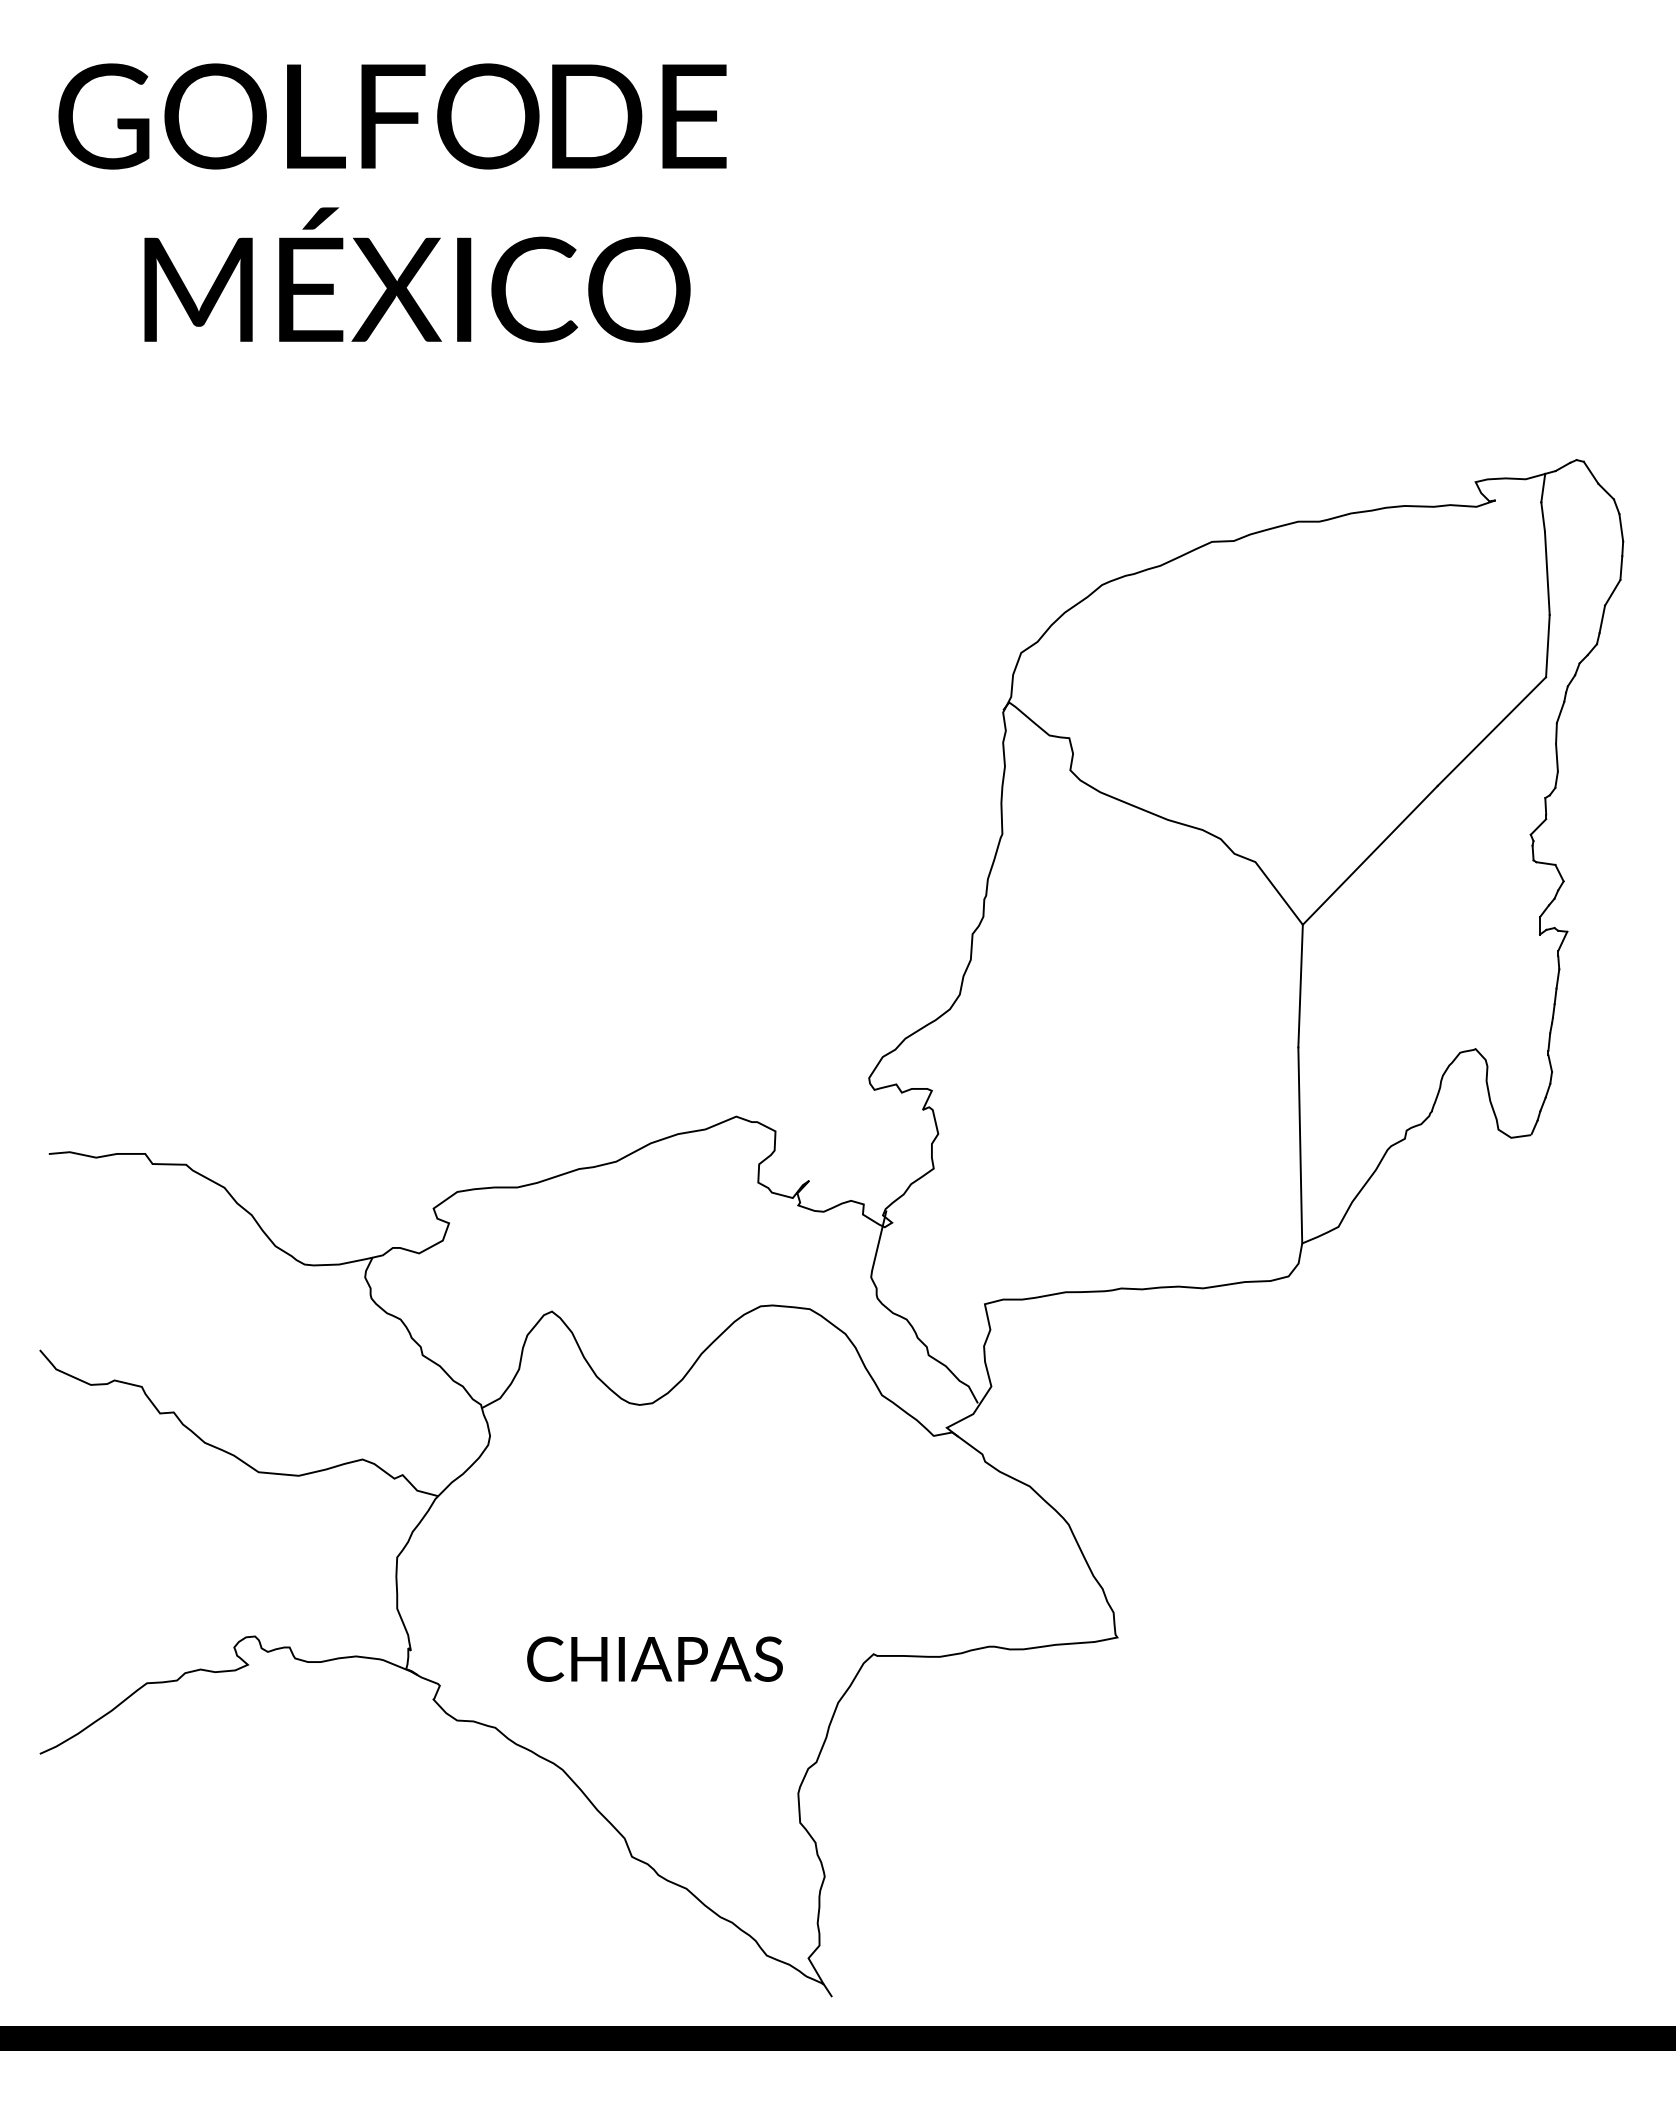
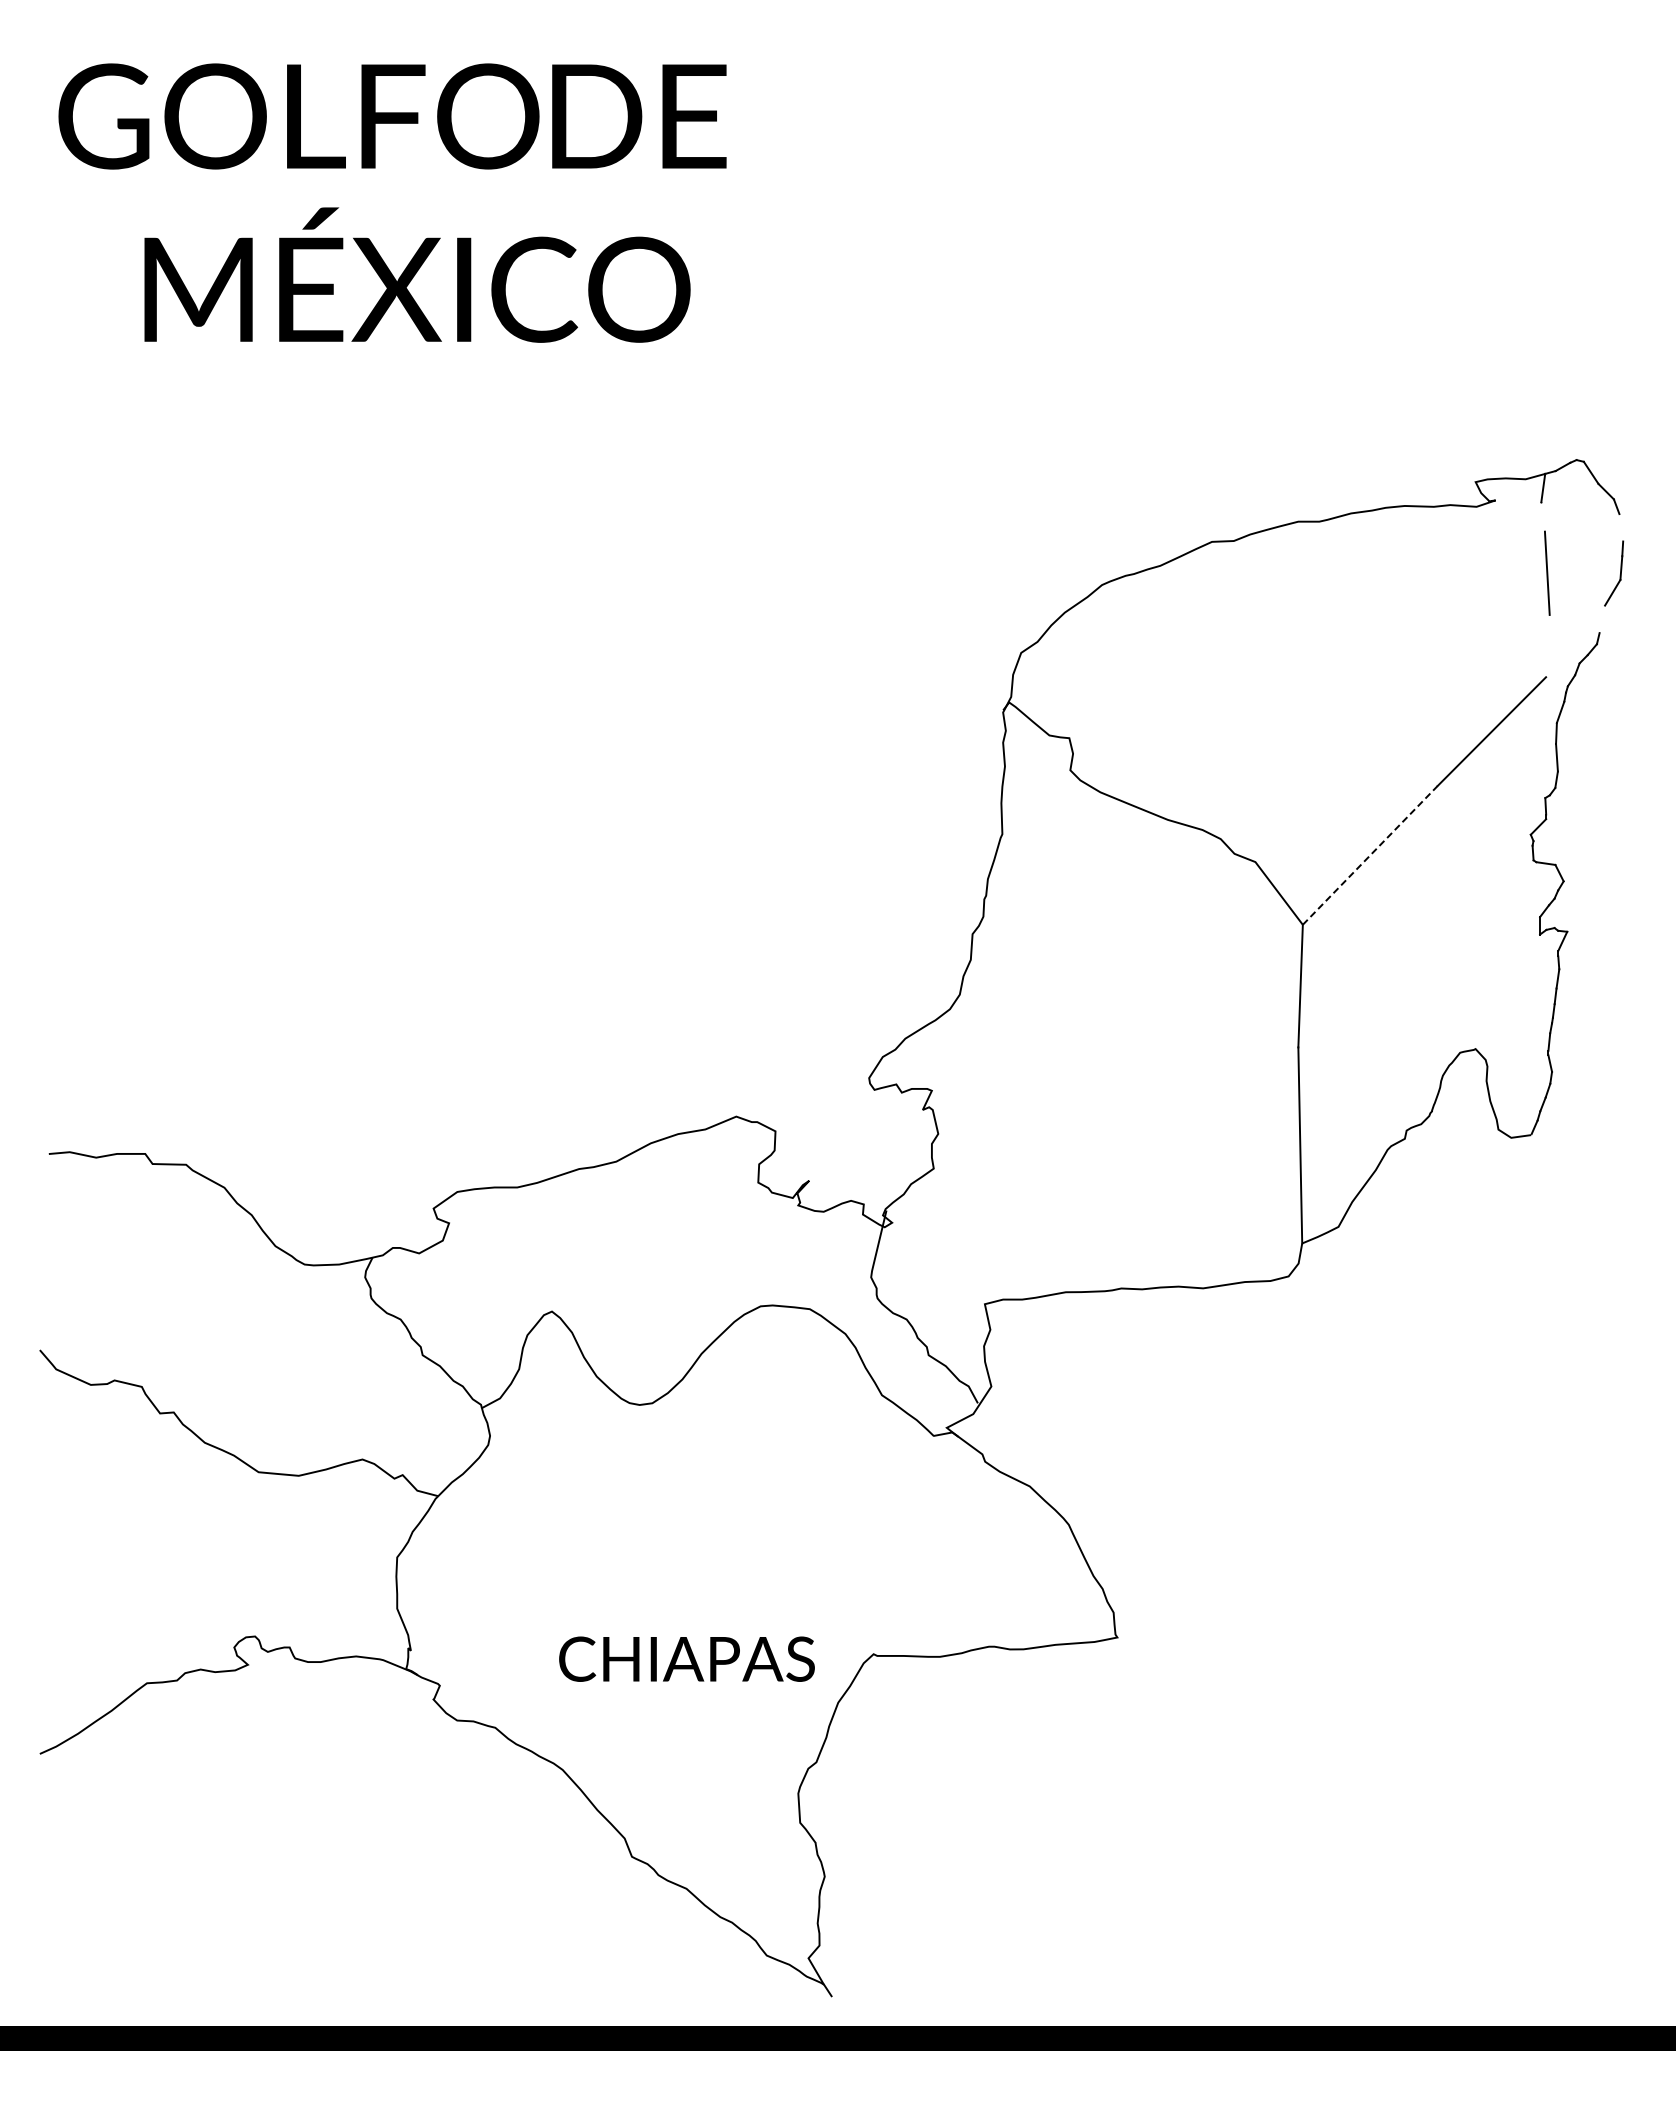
line at (1542, 516): present -> none
line at (1621, 527): present -> none
line at (1602, 619): present -> none
line at (1547, 645): present -> none
line at (1370, 855): solid -> dashed
text at (654, 1658) position: (654, 1658) -> (686, 1658)
